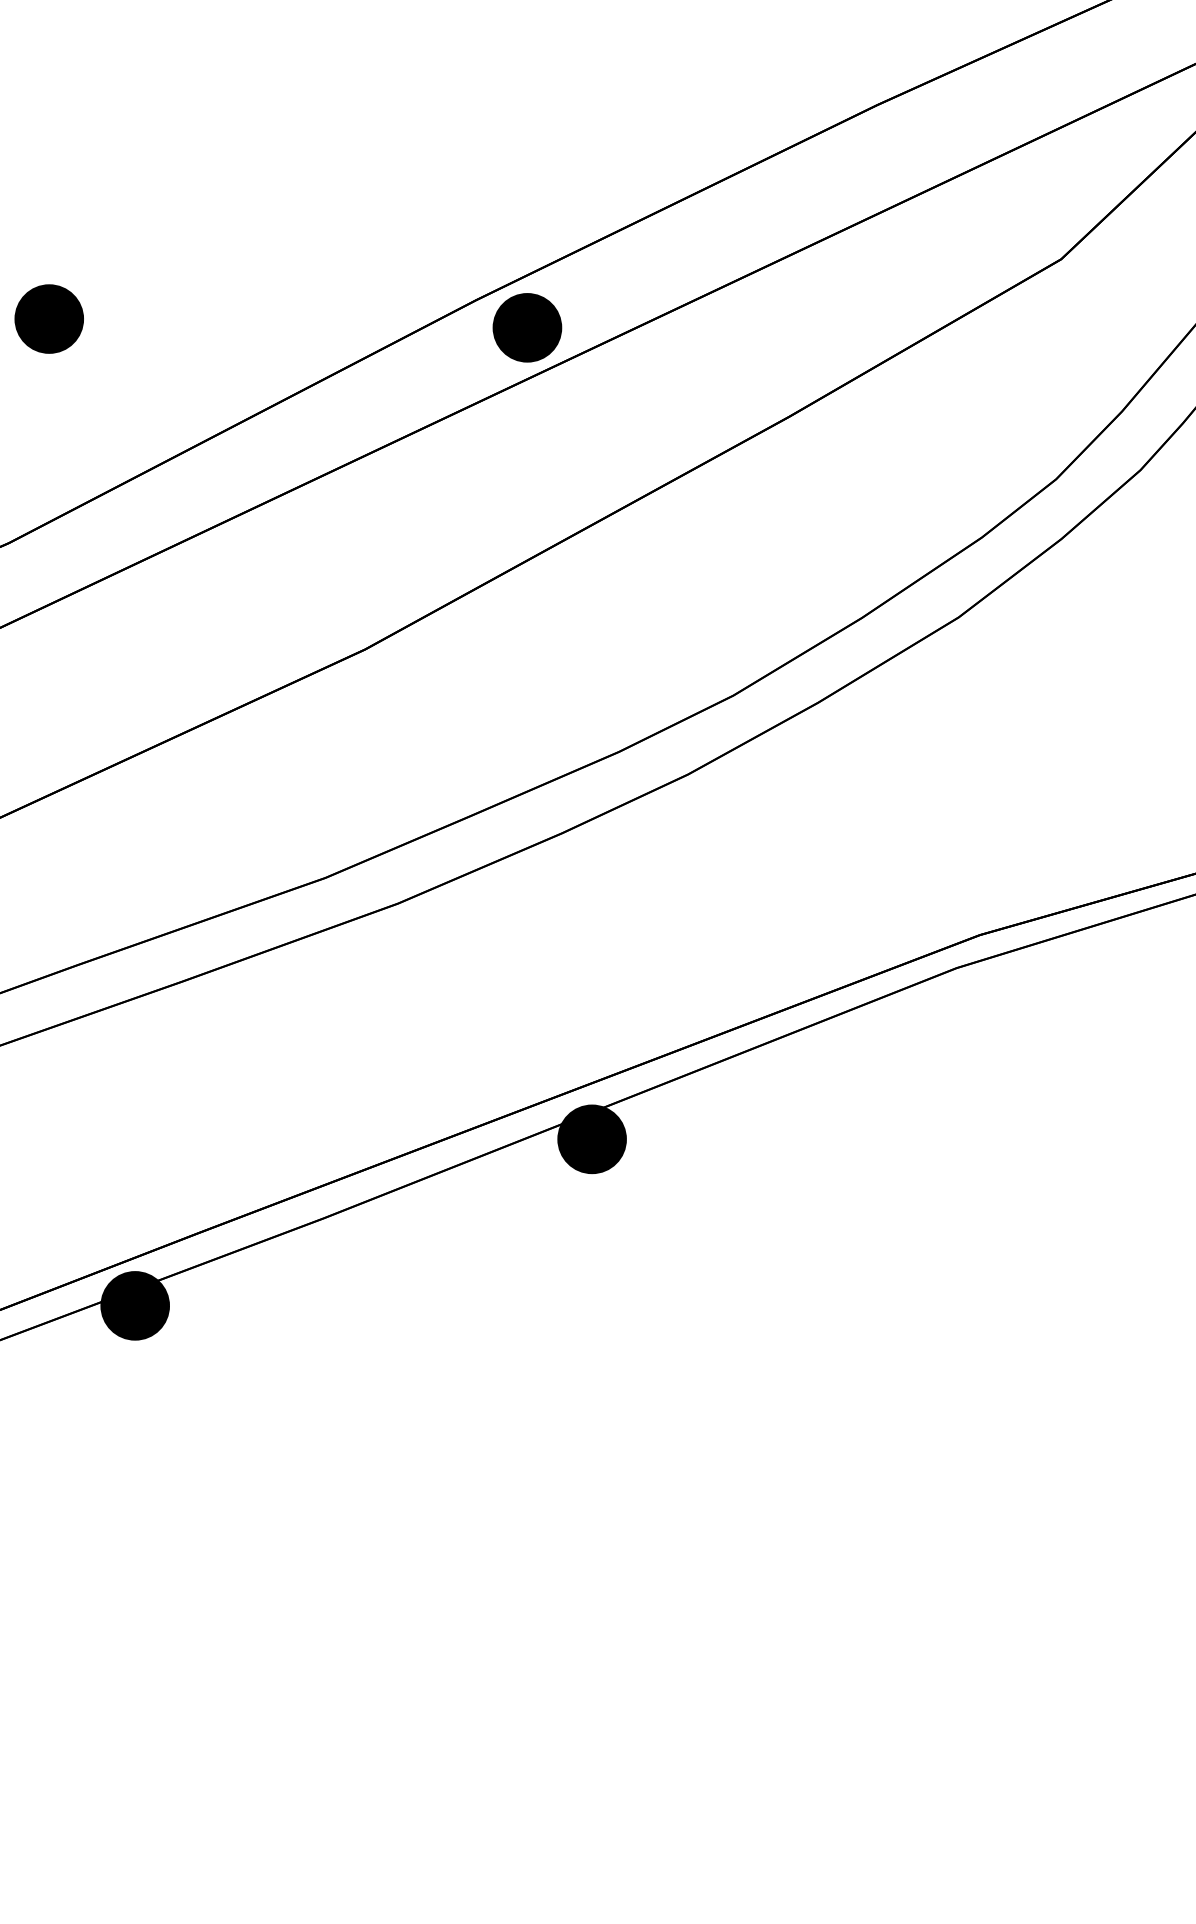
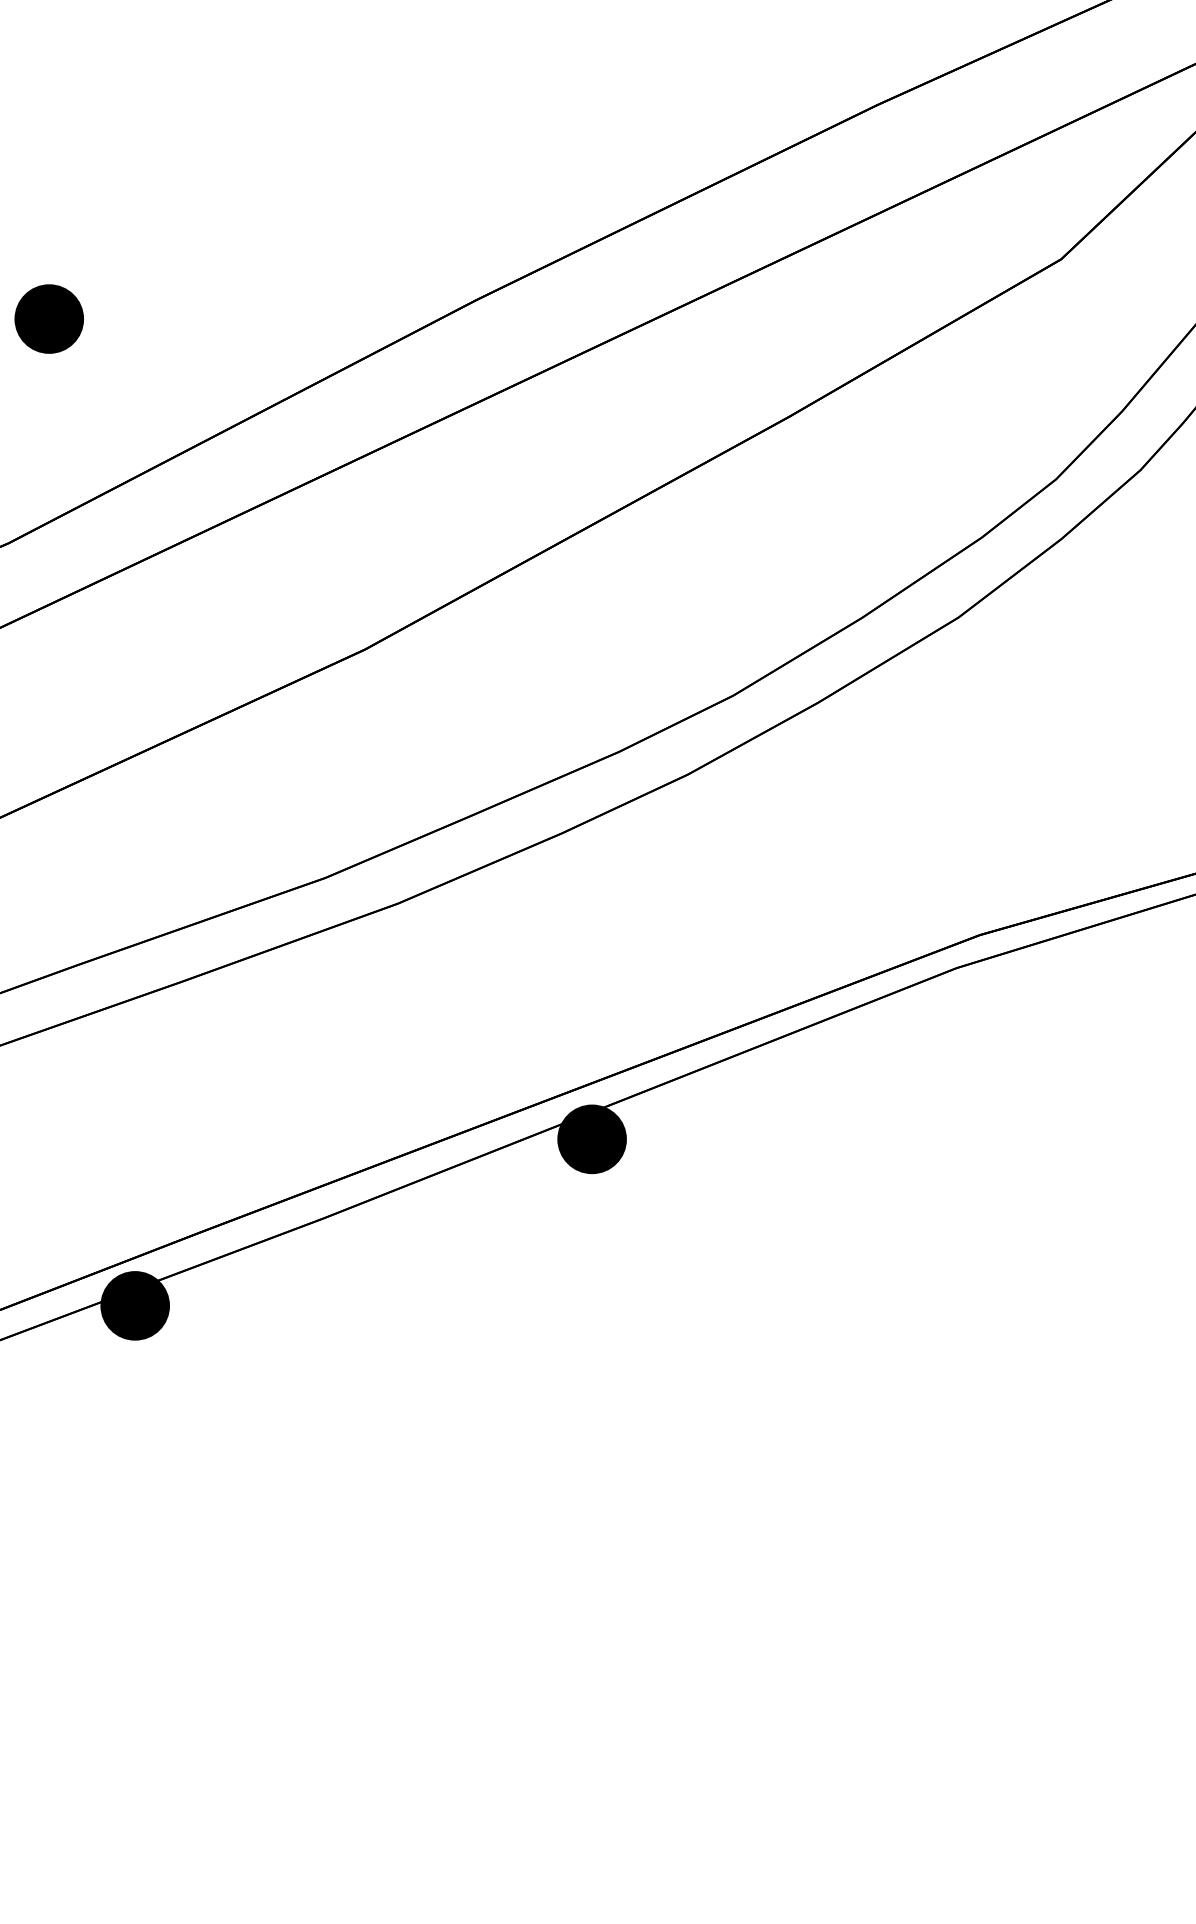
part at (527, 327): present -> none
